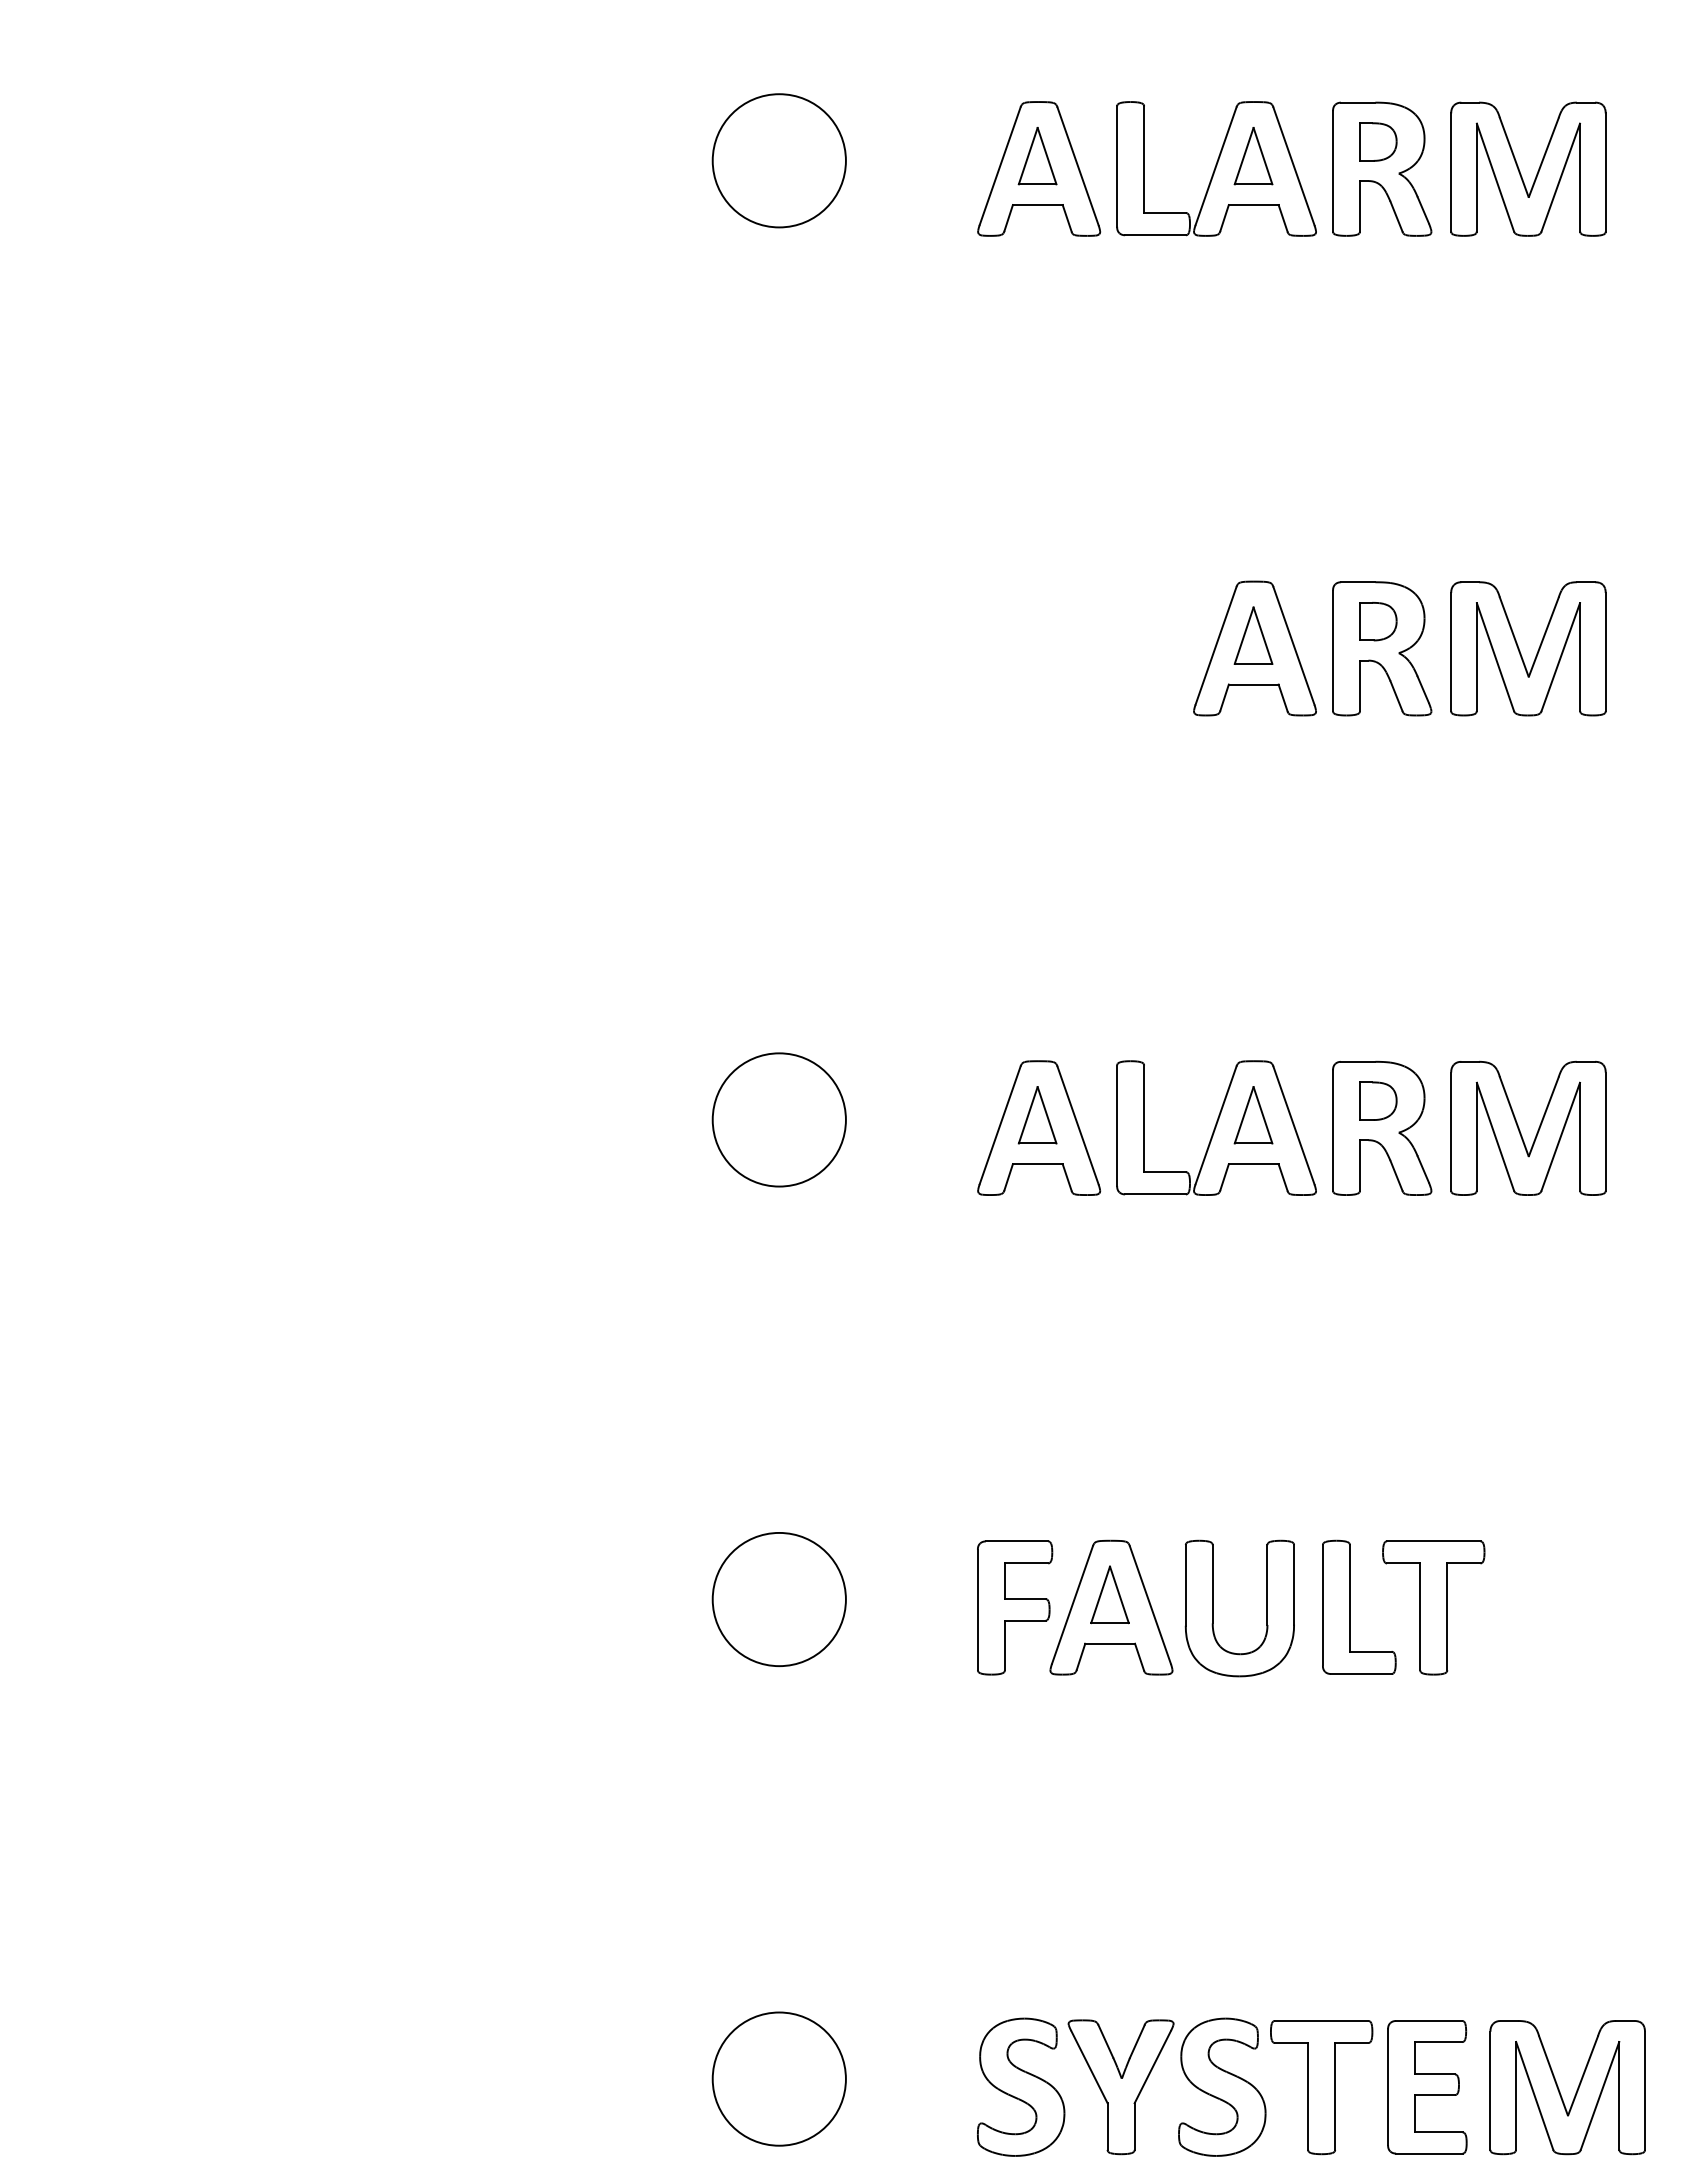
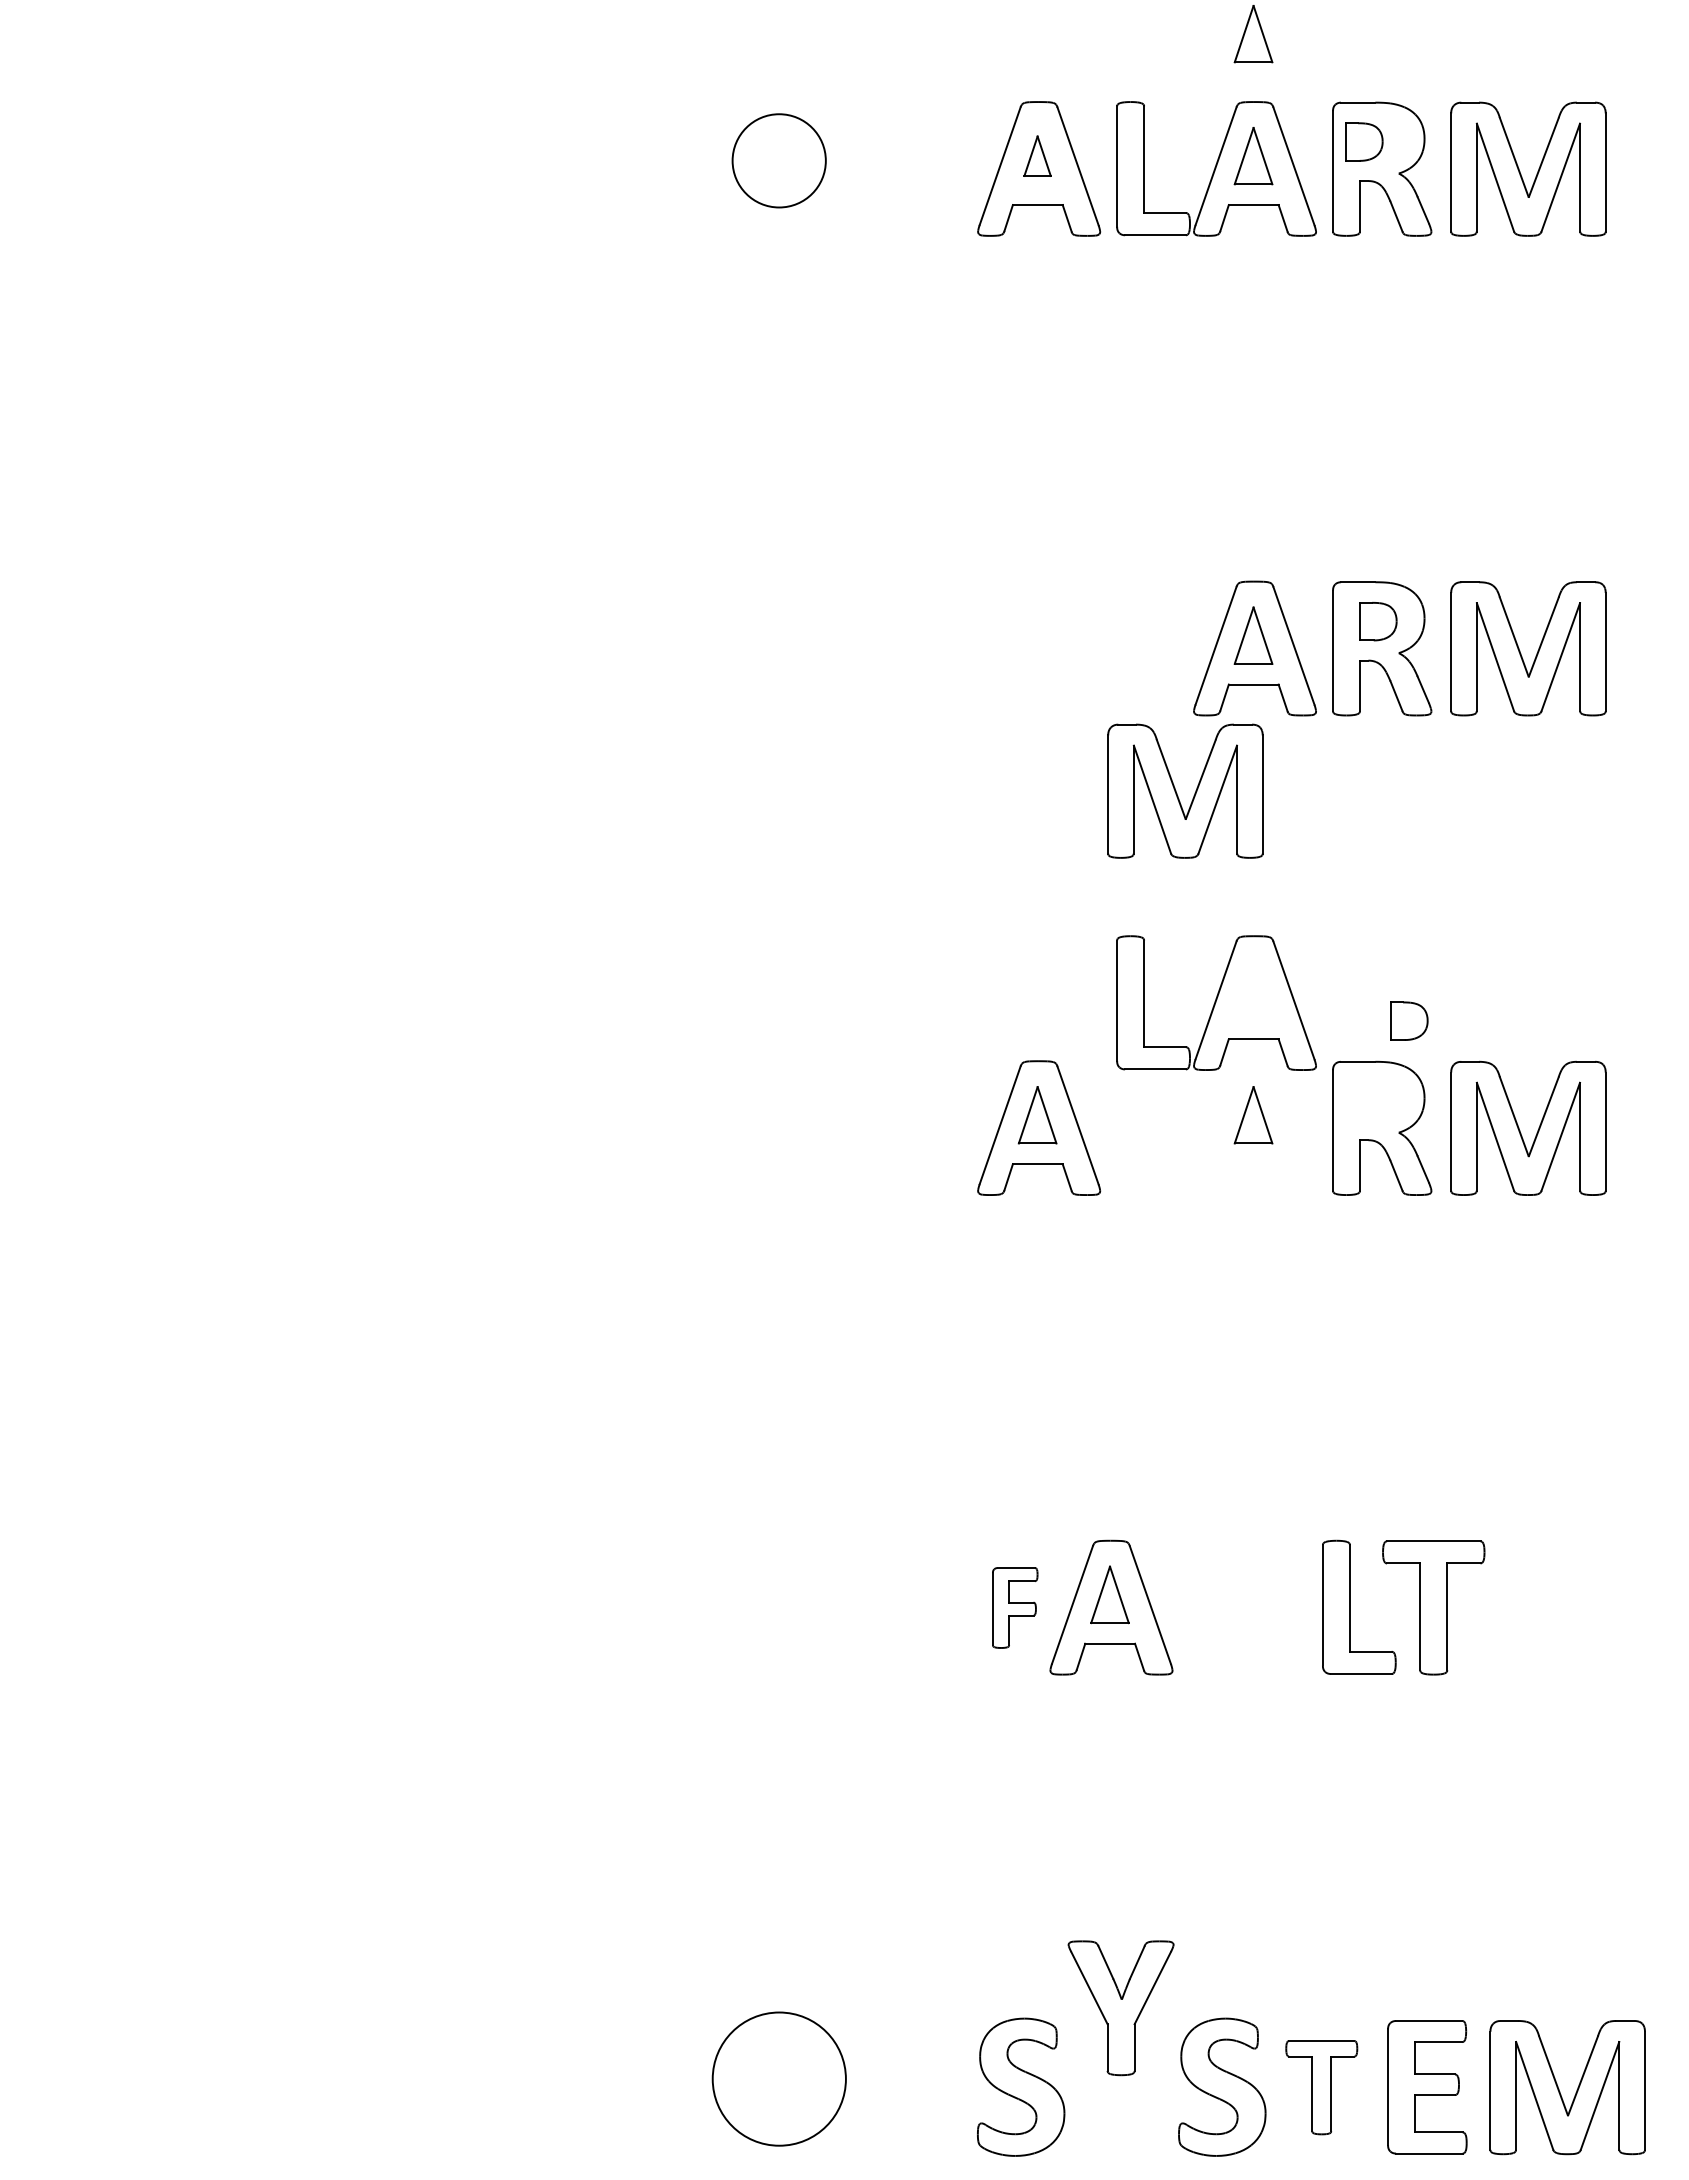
part at (1253, 34): none -> present
part at (1378, 141) position: (1378, 141) -> (1364, 141)
part at (1037, 156) size: 41x59 px -> 29x42 px
circle at (778, 160) size: 136x136 px -> 96x96 px
part at (1177, 793): none -> present
part at (1378, 1100) position: (1378, 1100) -> (1409, 1020)
circle at (778, 1119): present -> none
part at (1216, 1127) position: (1216, 1127) -> (1216, 1002)
circle at (778, 1599): present -> none
part at (1015, 1607) size: 77x136 px -> 47x82 px
part at (1213, 1608): present -> none
part at (1120, 2087) position: (1120, 2087) -> (1120, 2008)
part at (1321, 2087) size: 104x136 px -> 74x96 px
